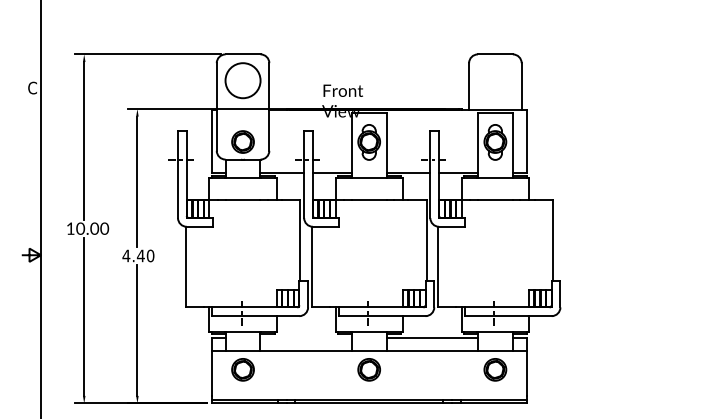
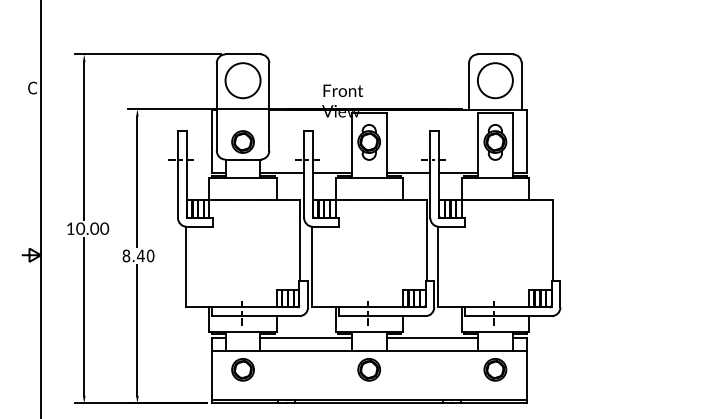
circle at (495, 80): none -> present
text at (126, 255): 4.40 -> 8.40
line at (305, 337): none -> present
